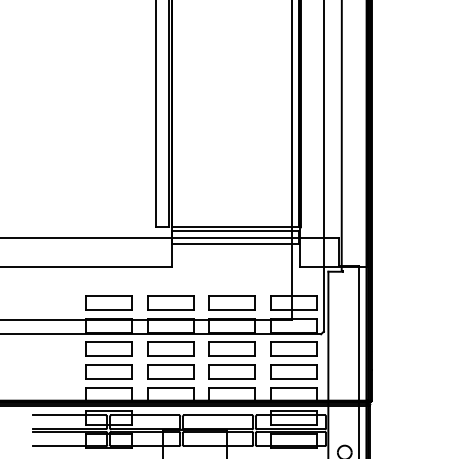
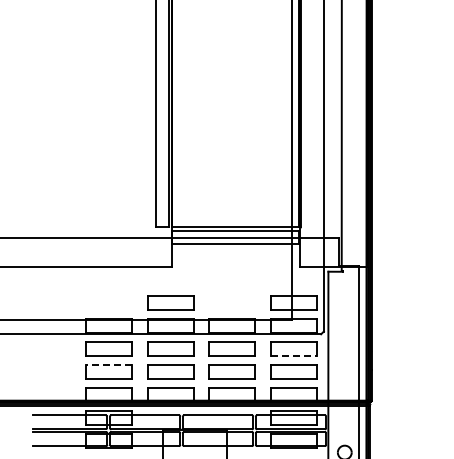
part at (108, 302): present -> none
part at (231, 302): present -> none
line at (294, 355): solid -> dashed
line at (108, 365): solid -> dashed
